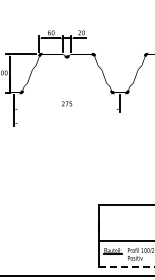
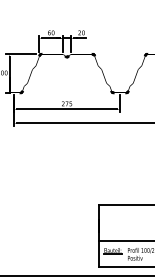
line at (66, 109): none -> present
line at (84, 123): none -> present
line at (127, 266): dashed -> solid
